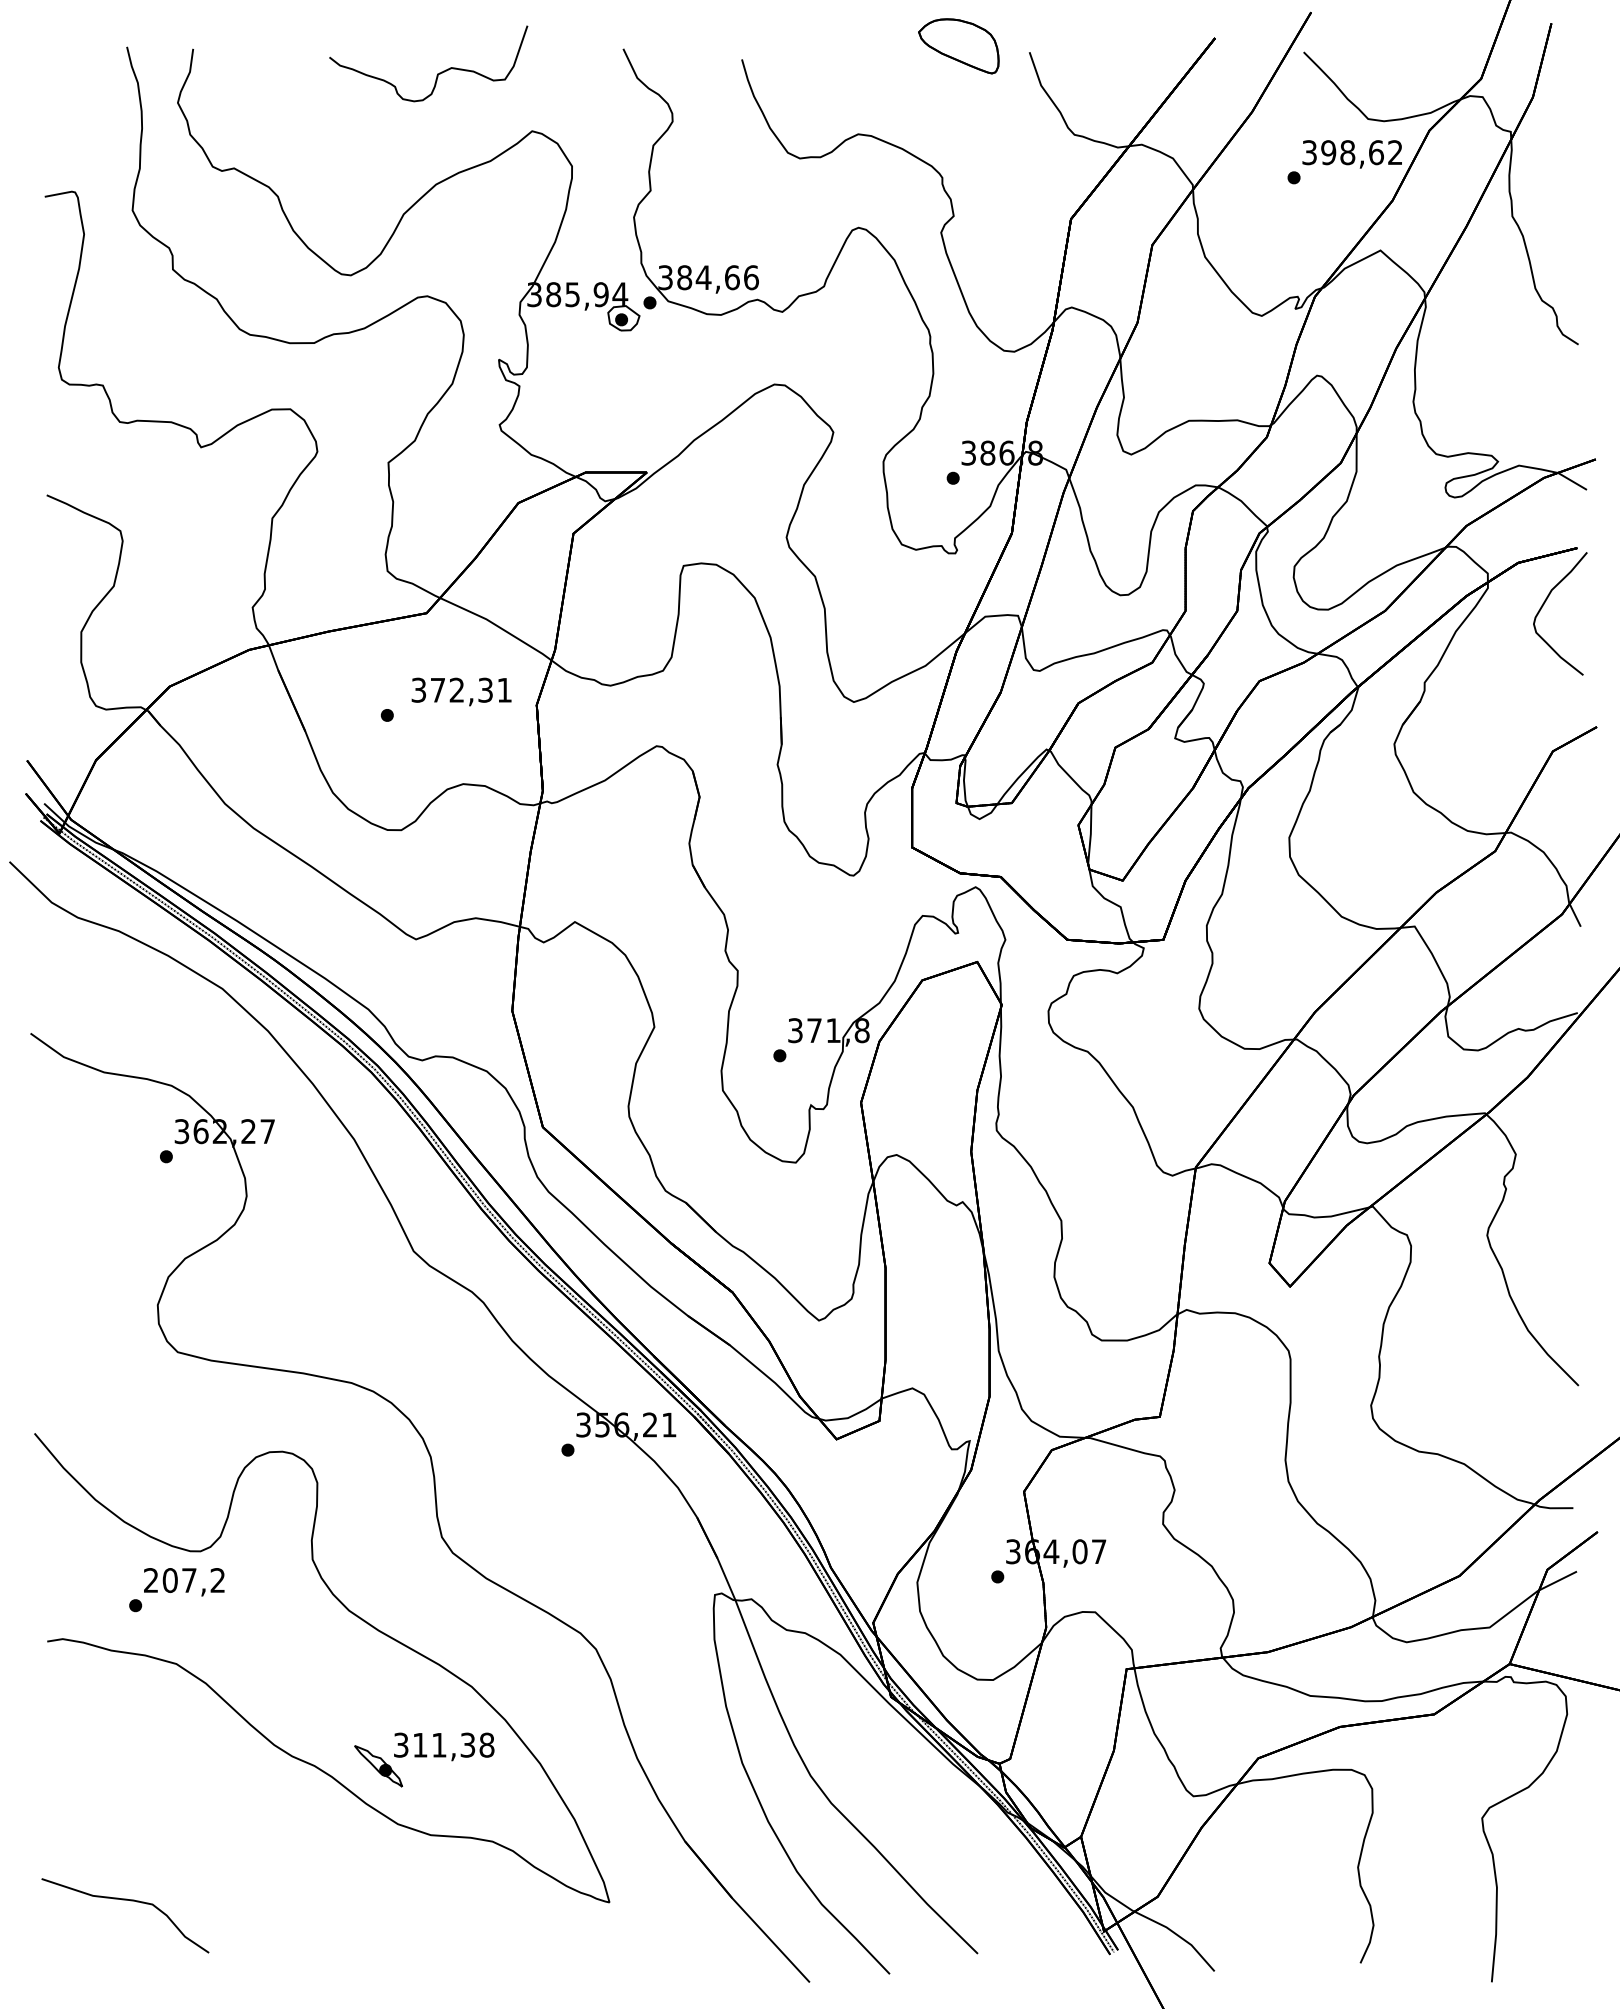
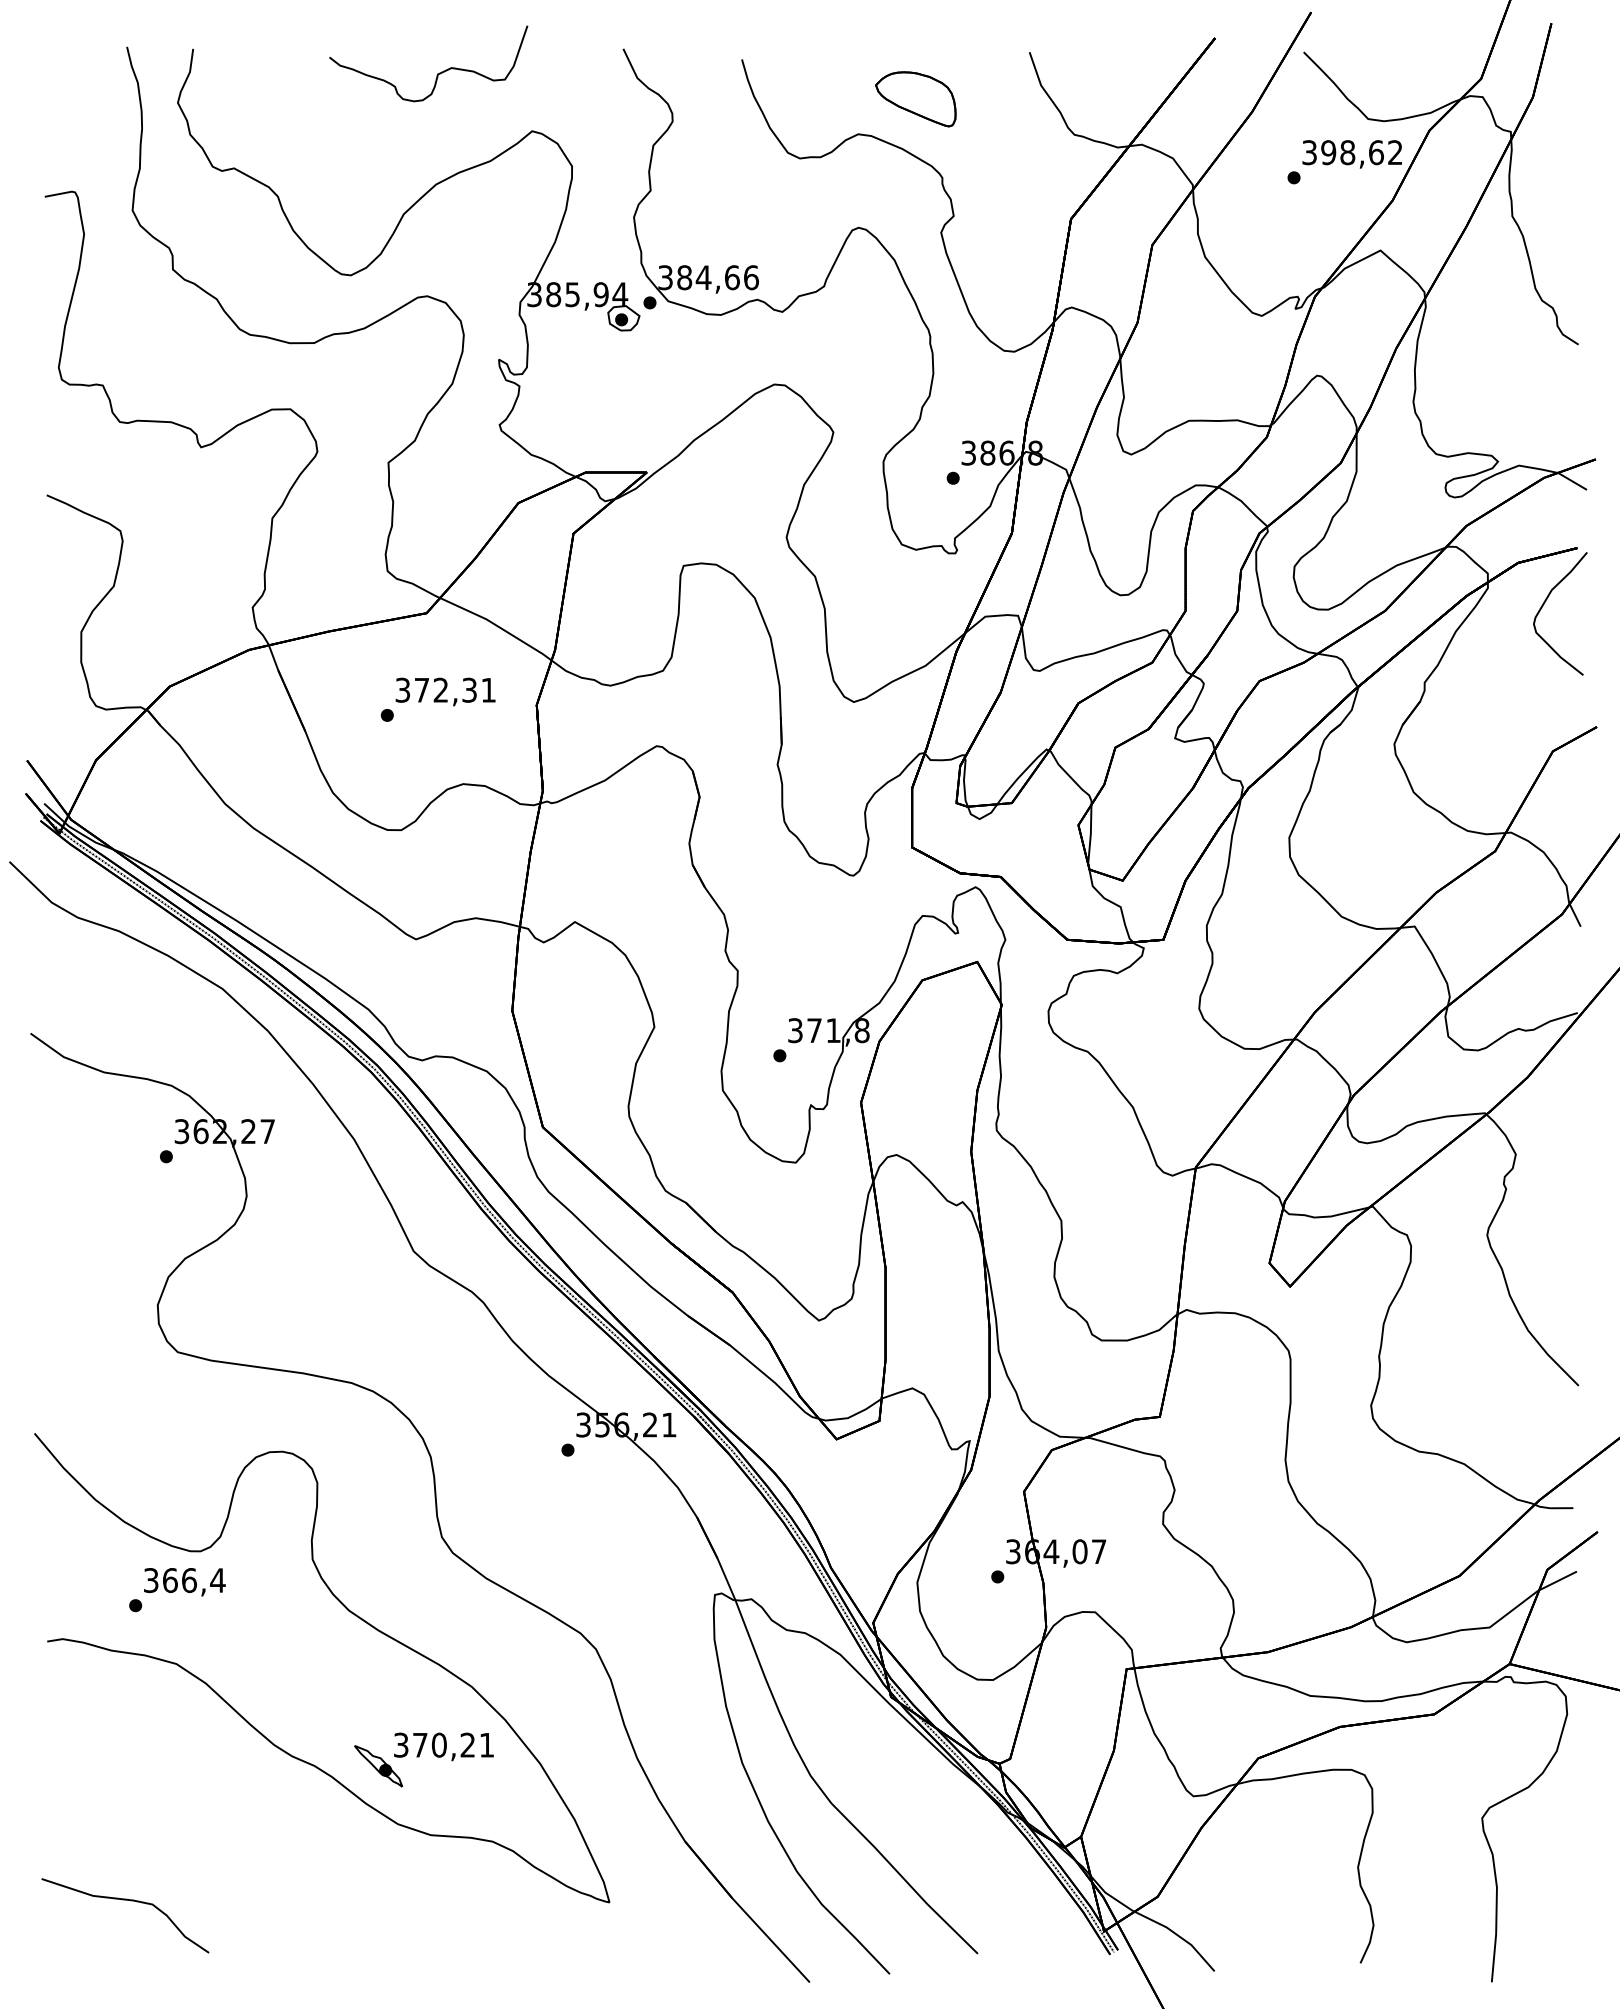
part at (958, 46) position: (958, 46) -> (915, 99)
text at (461, 691) position: (461, 691) -> (445, 691)
text at (184, 1580): 207,2 -> 366,4
text at (453, 1744): 311,38 -> 370,21
